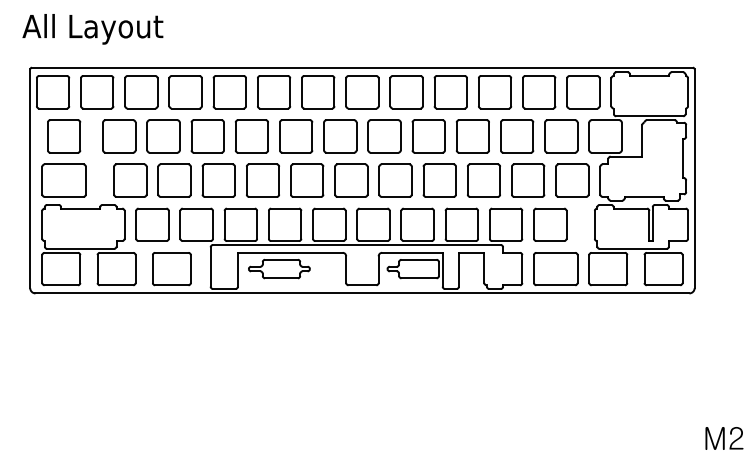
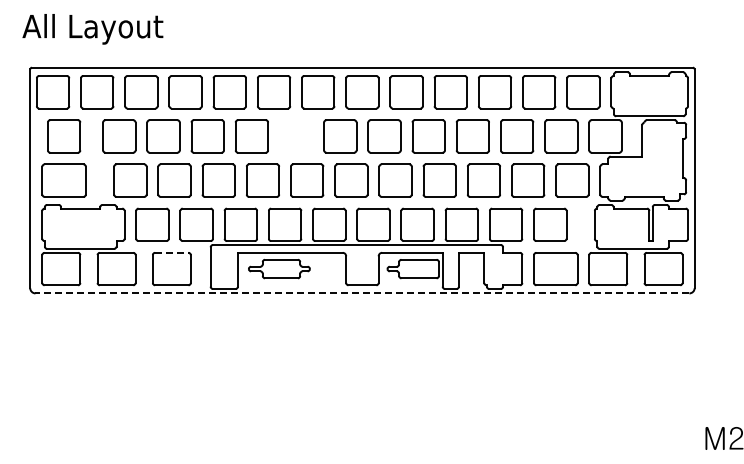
part at (296, 136): present -> none
line at (171, 252): solid -> dashed
line at (362, 293): solid -> dashed
